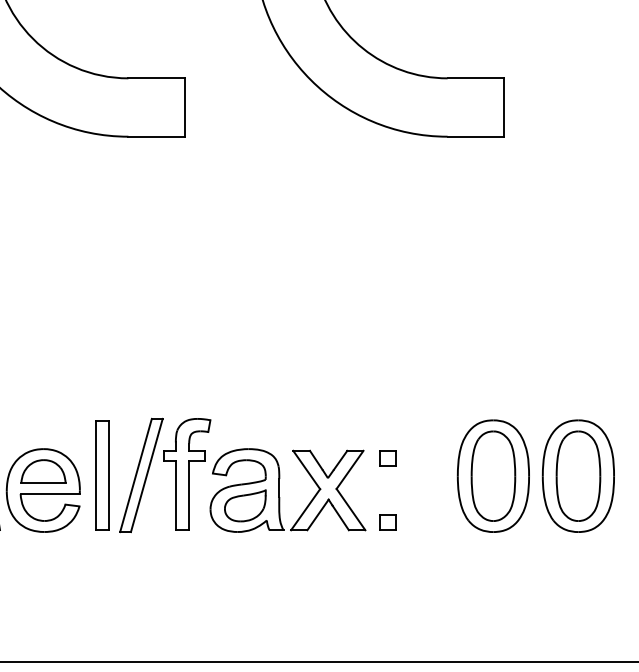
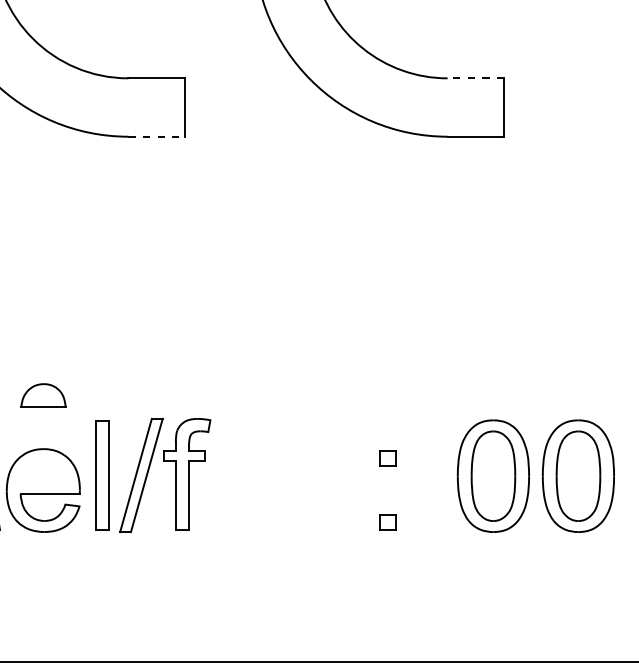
line at (475, 78): solid -> dashed
line at (157, 136): solid -> dashed
part at (43, 471) position: (43, 471) -> (43, 395)
part at (279, 490): present -> none
